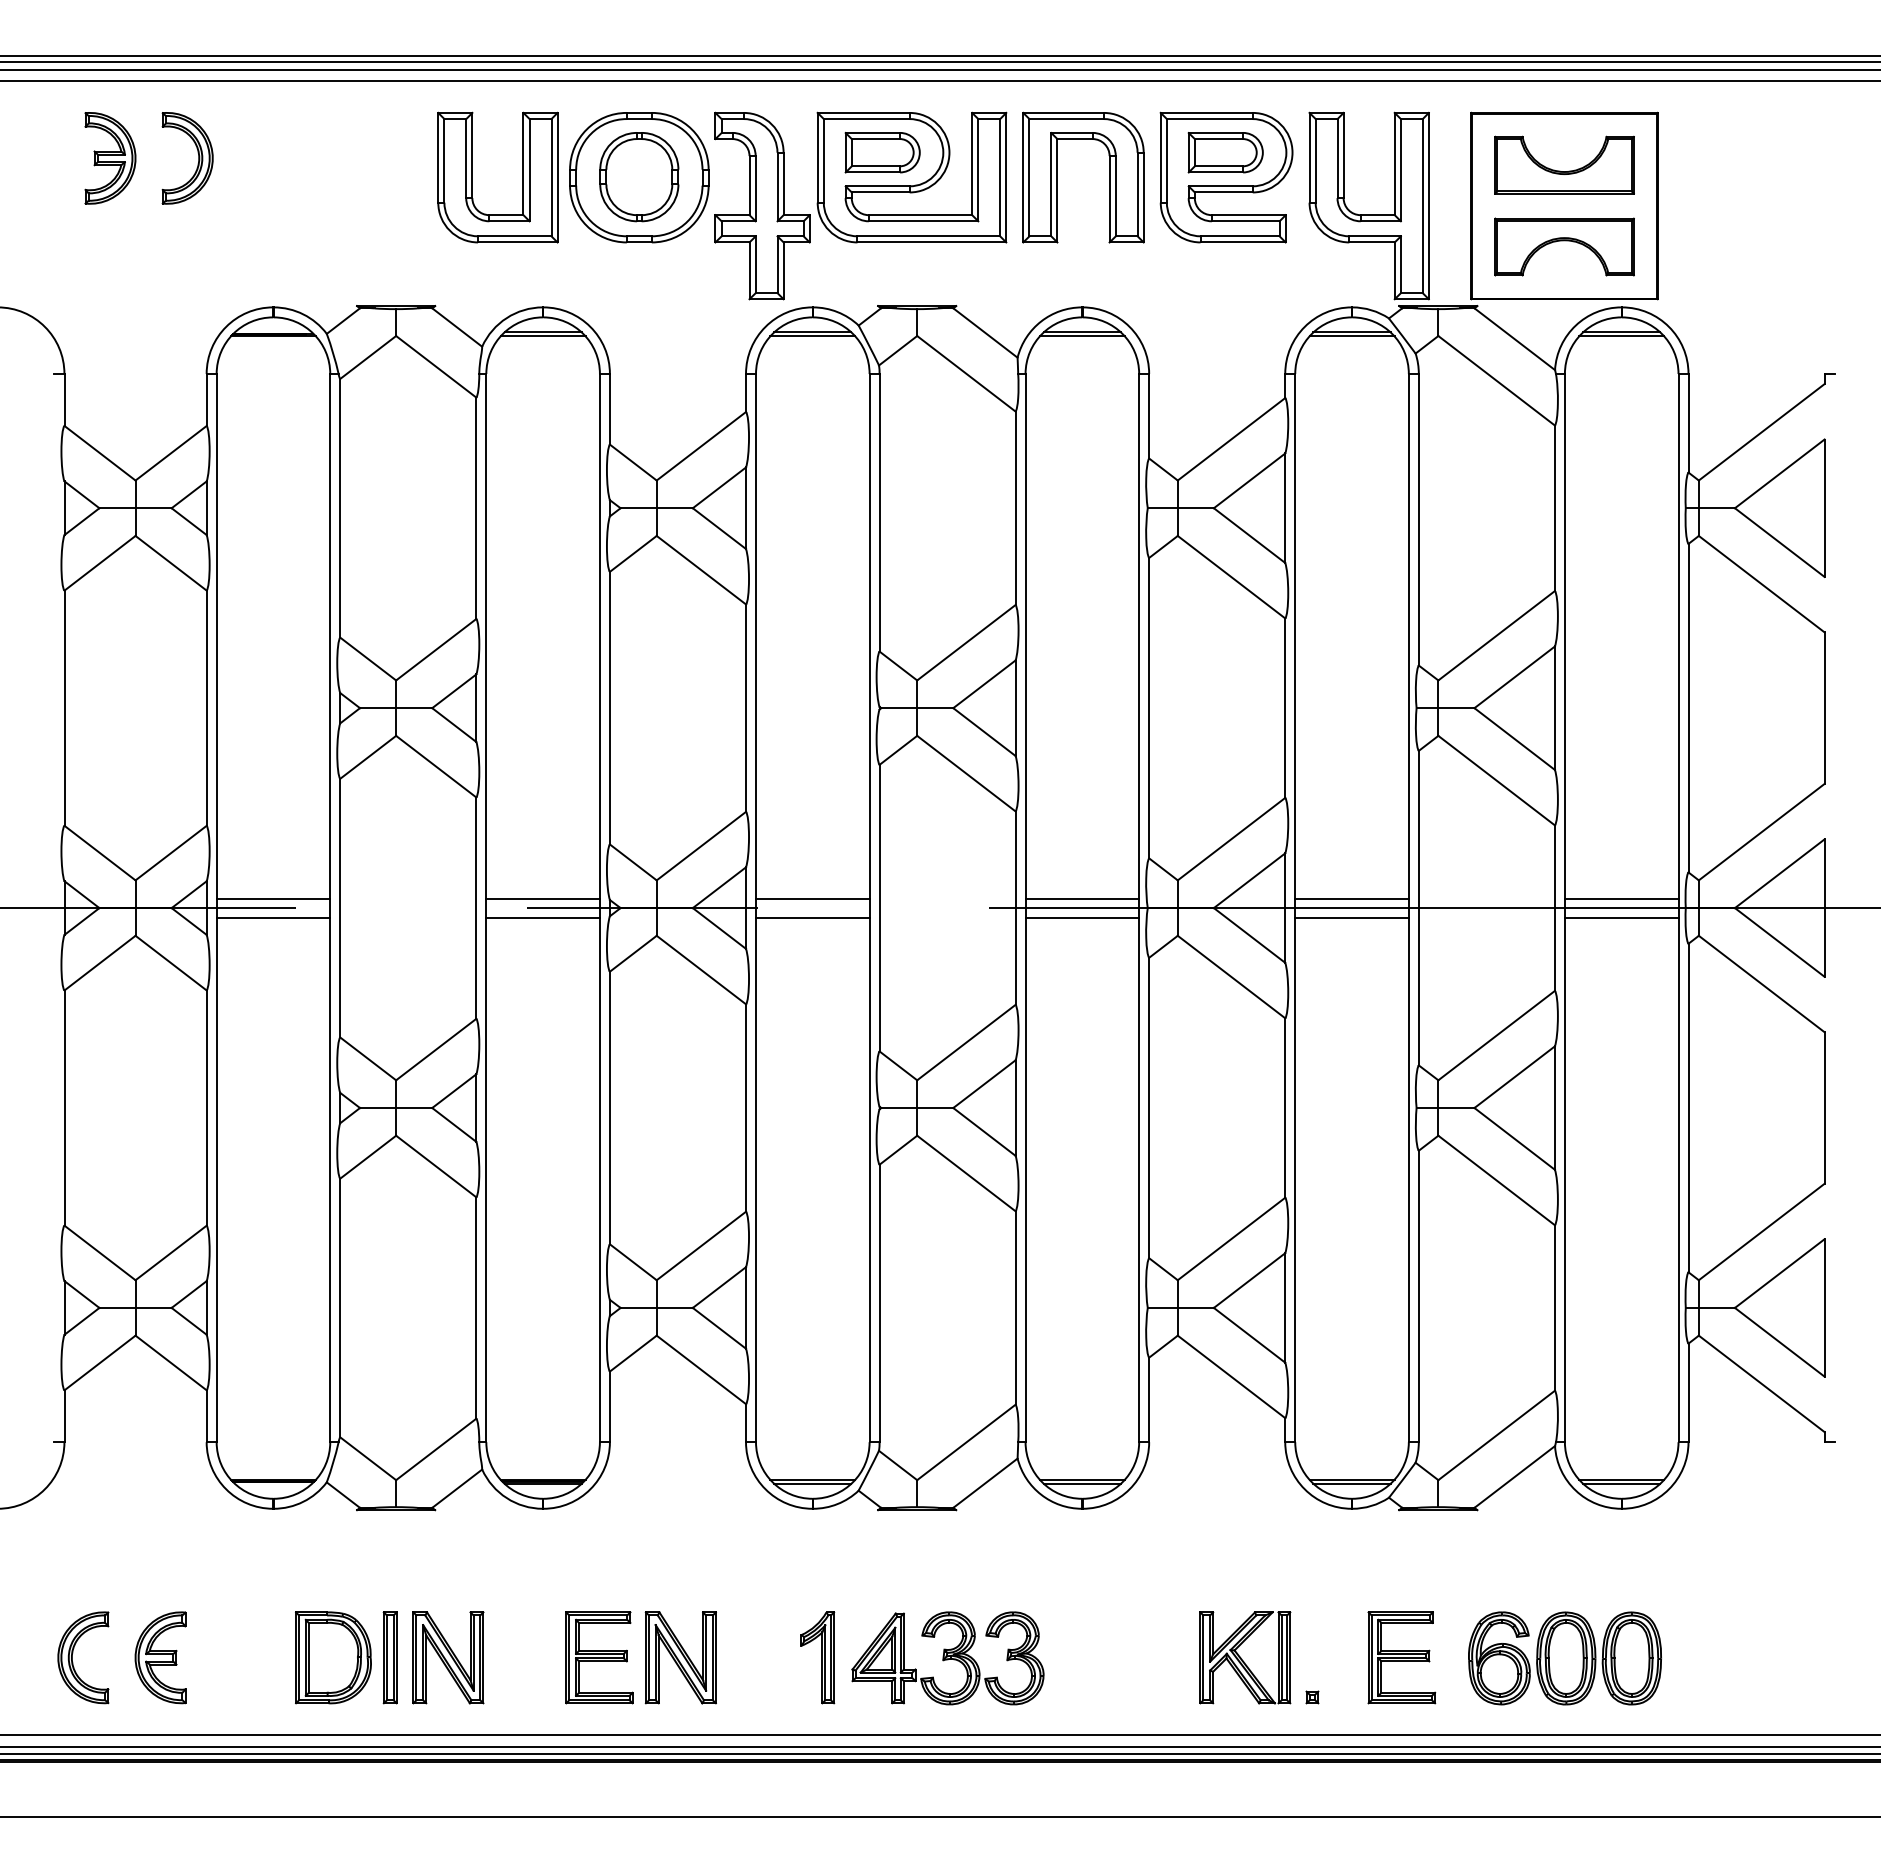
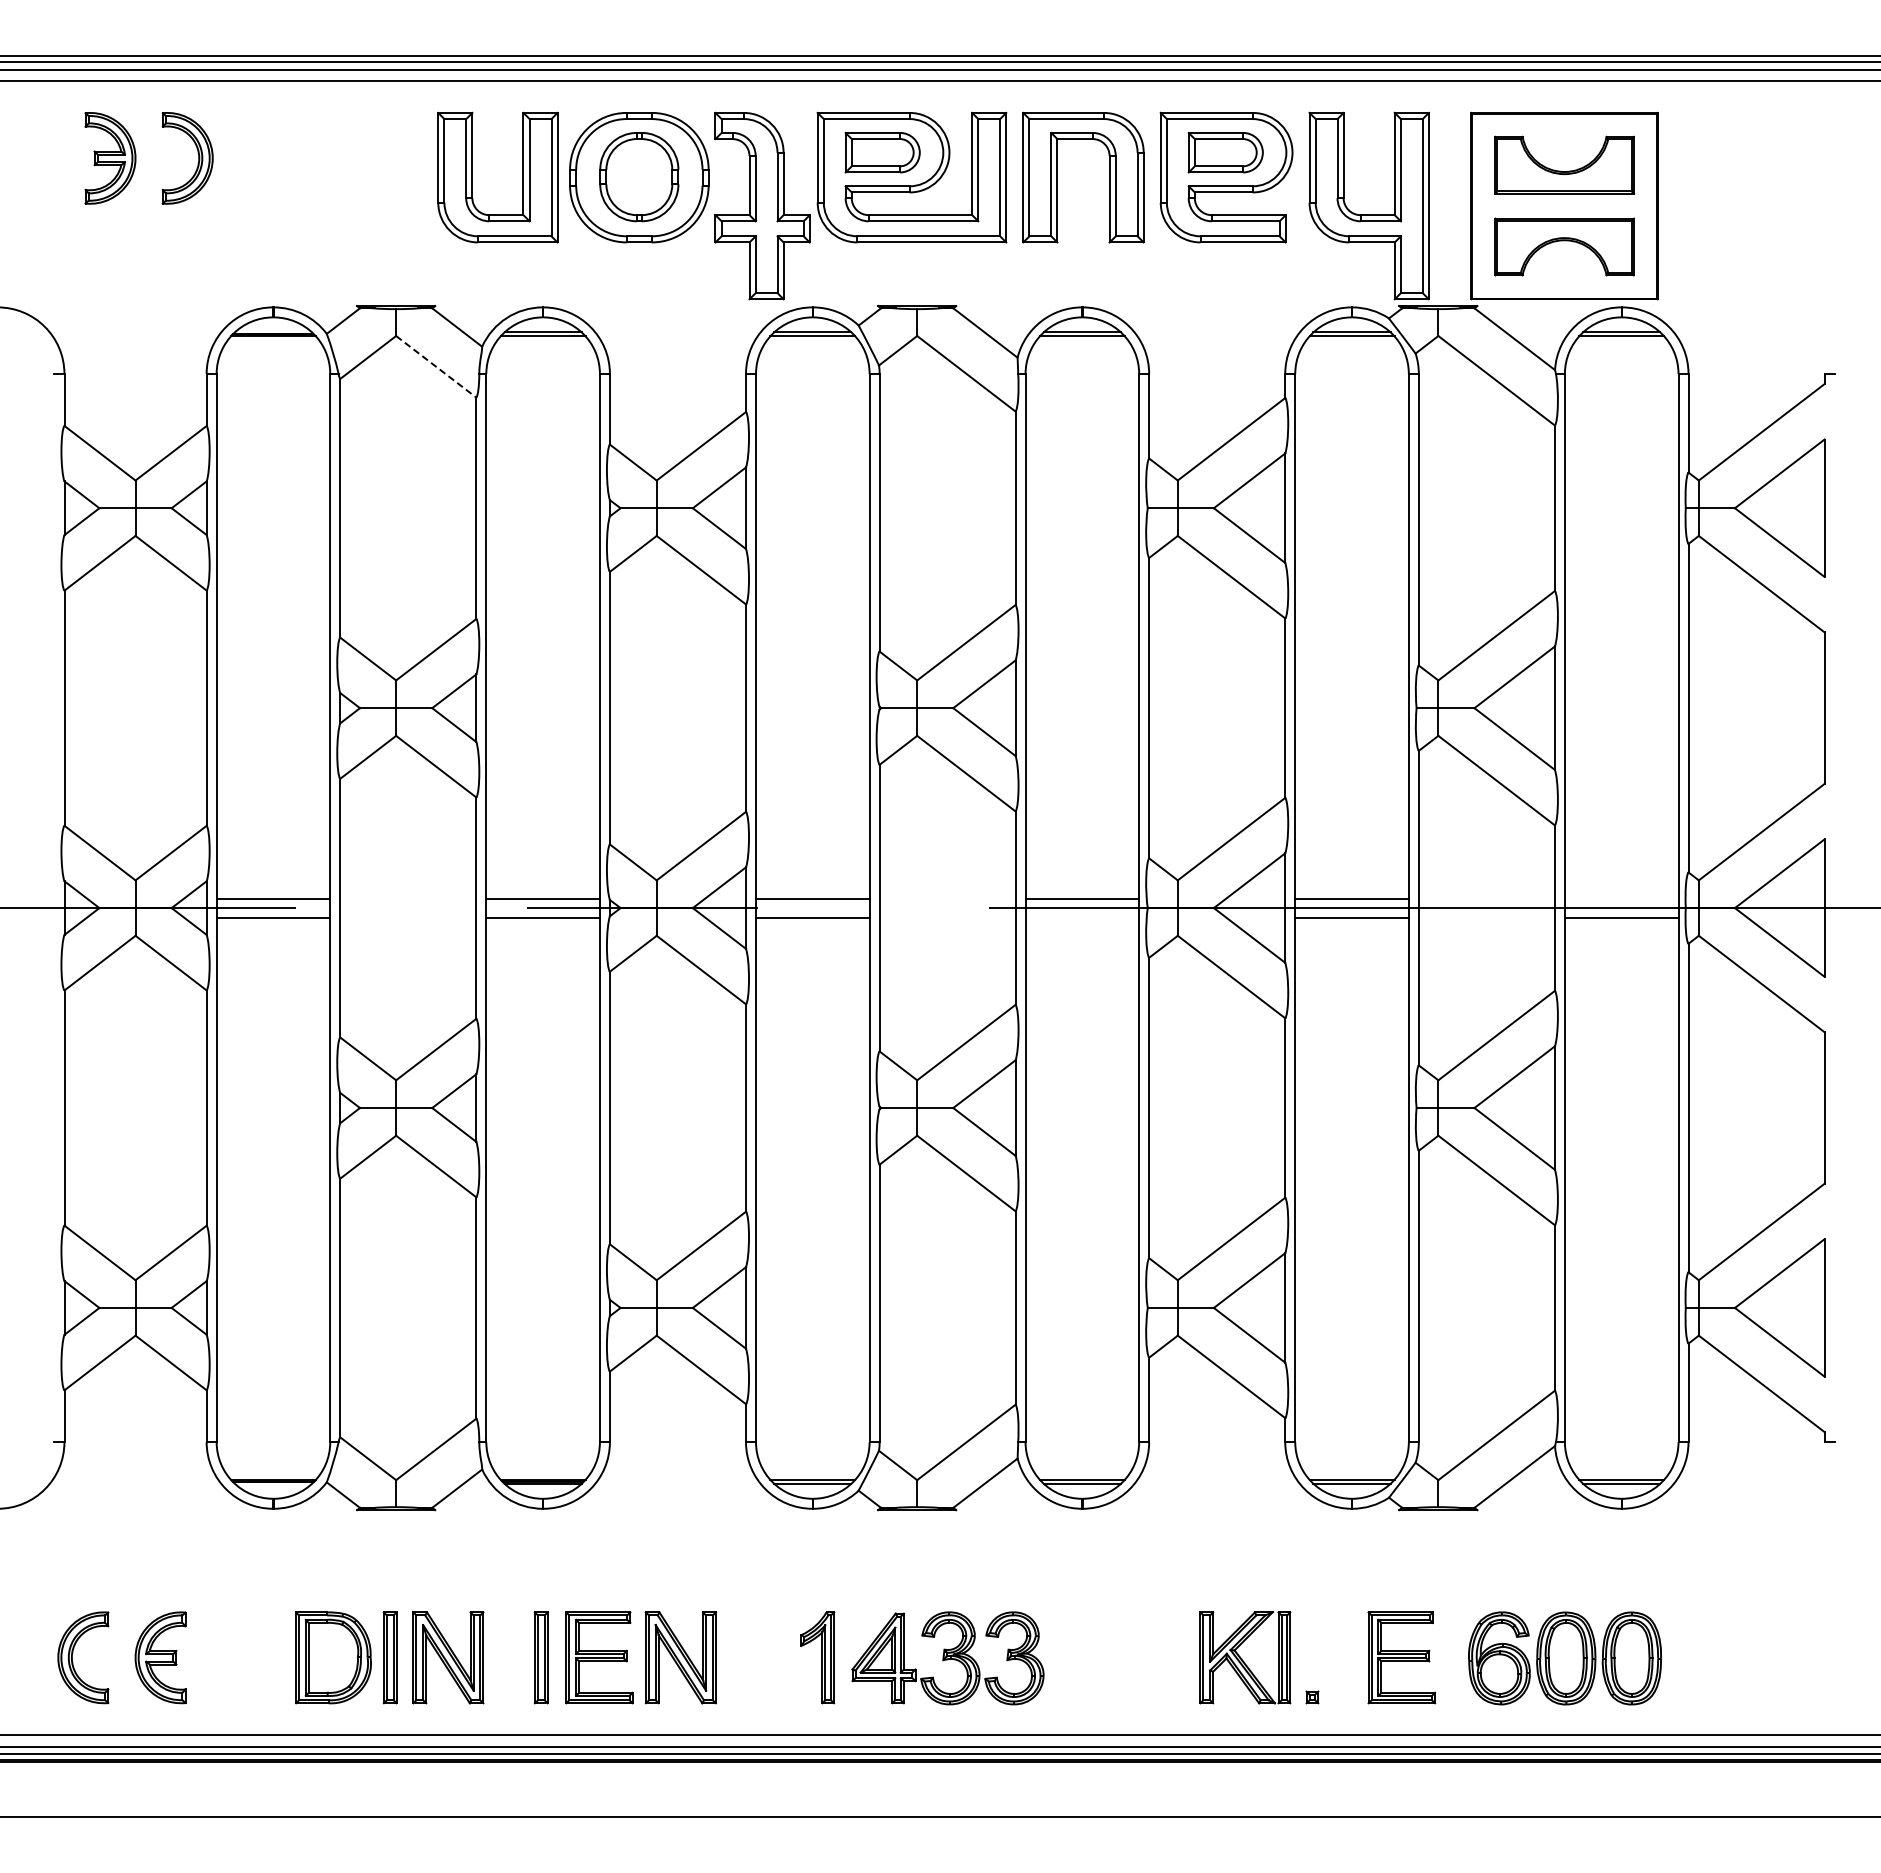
line at (436, 366): solid -> dashed
line at (1621, 898): present -> none
line at (1082, 917): present -> none
part at (540, 1657): none -> present
